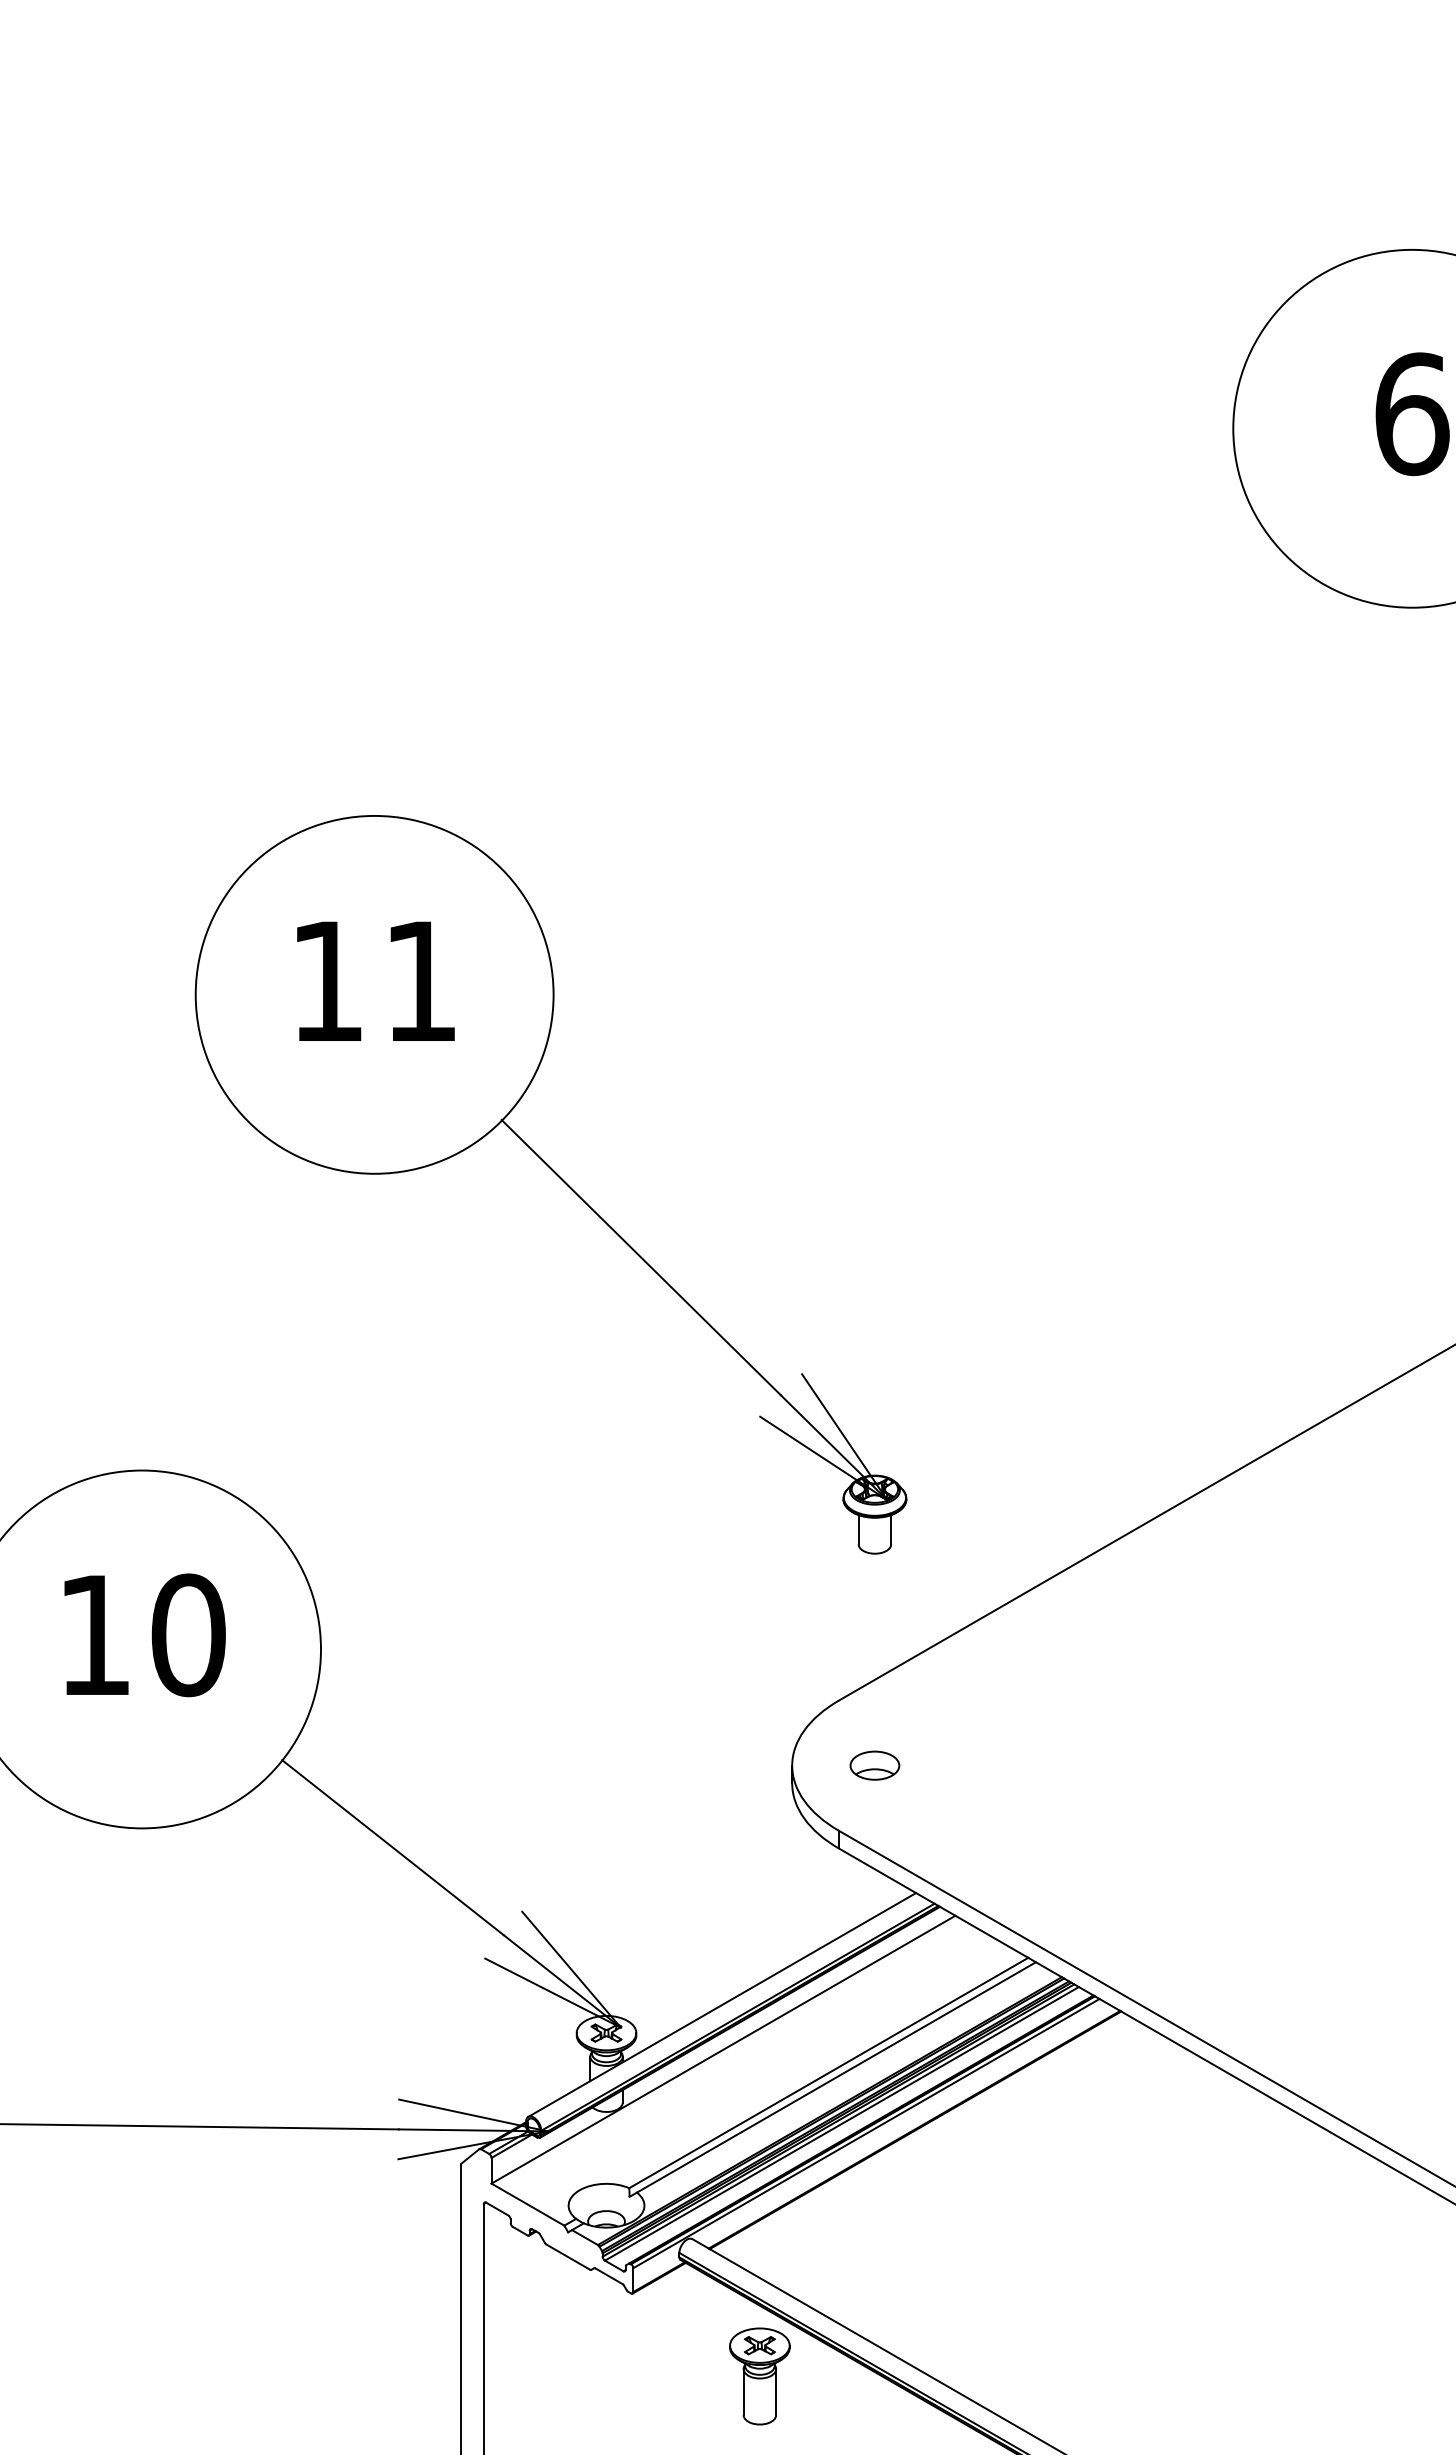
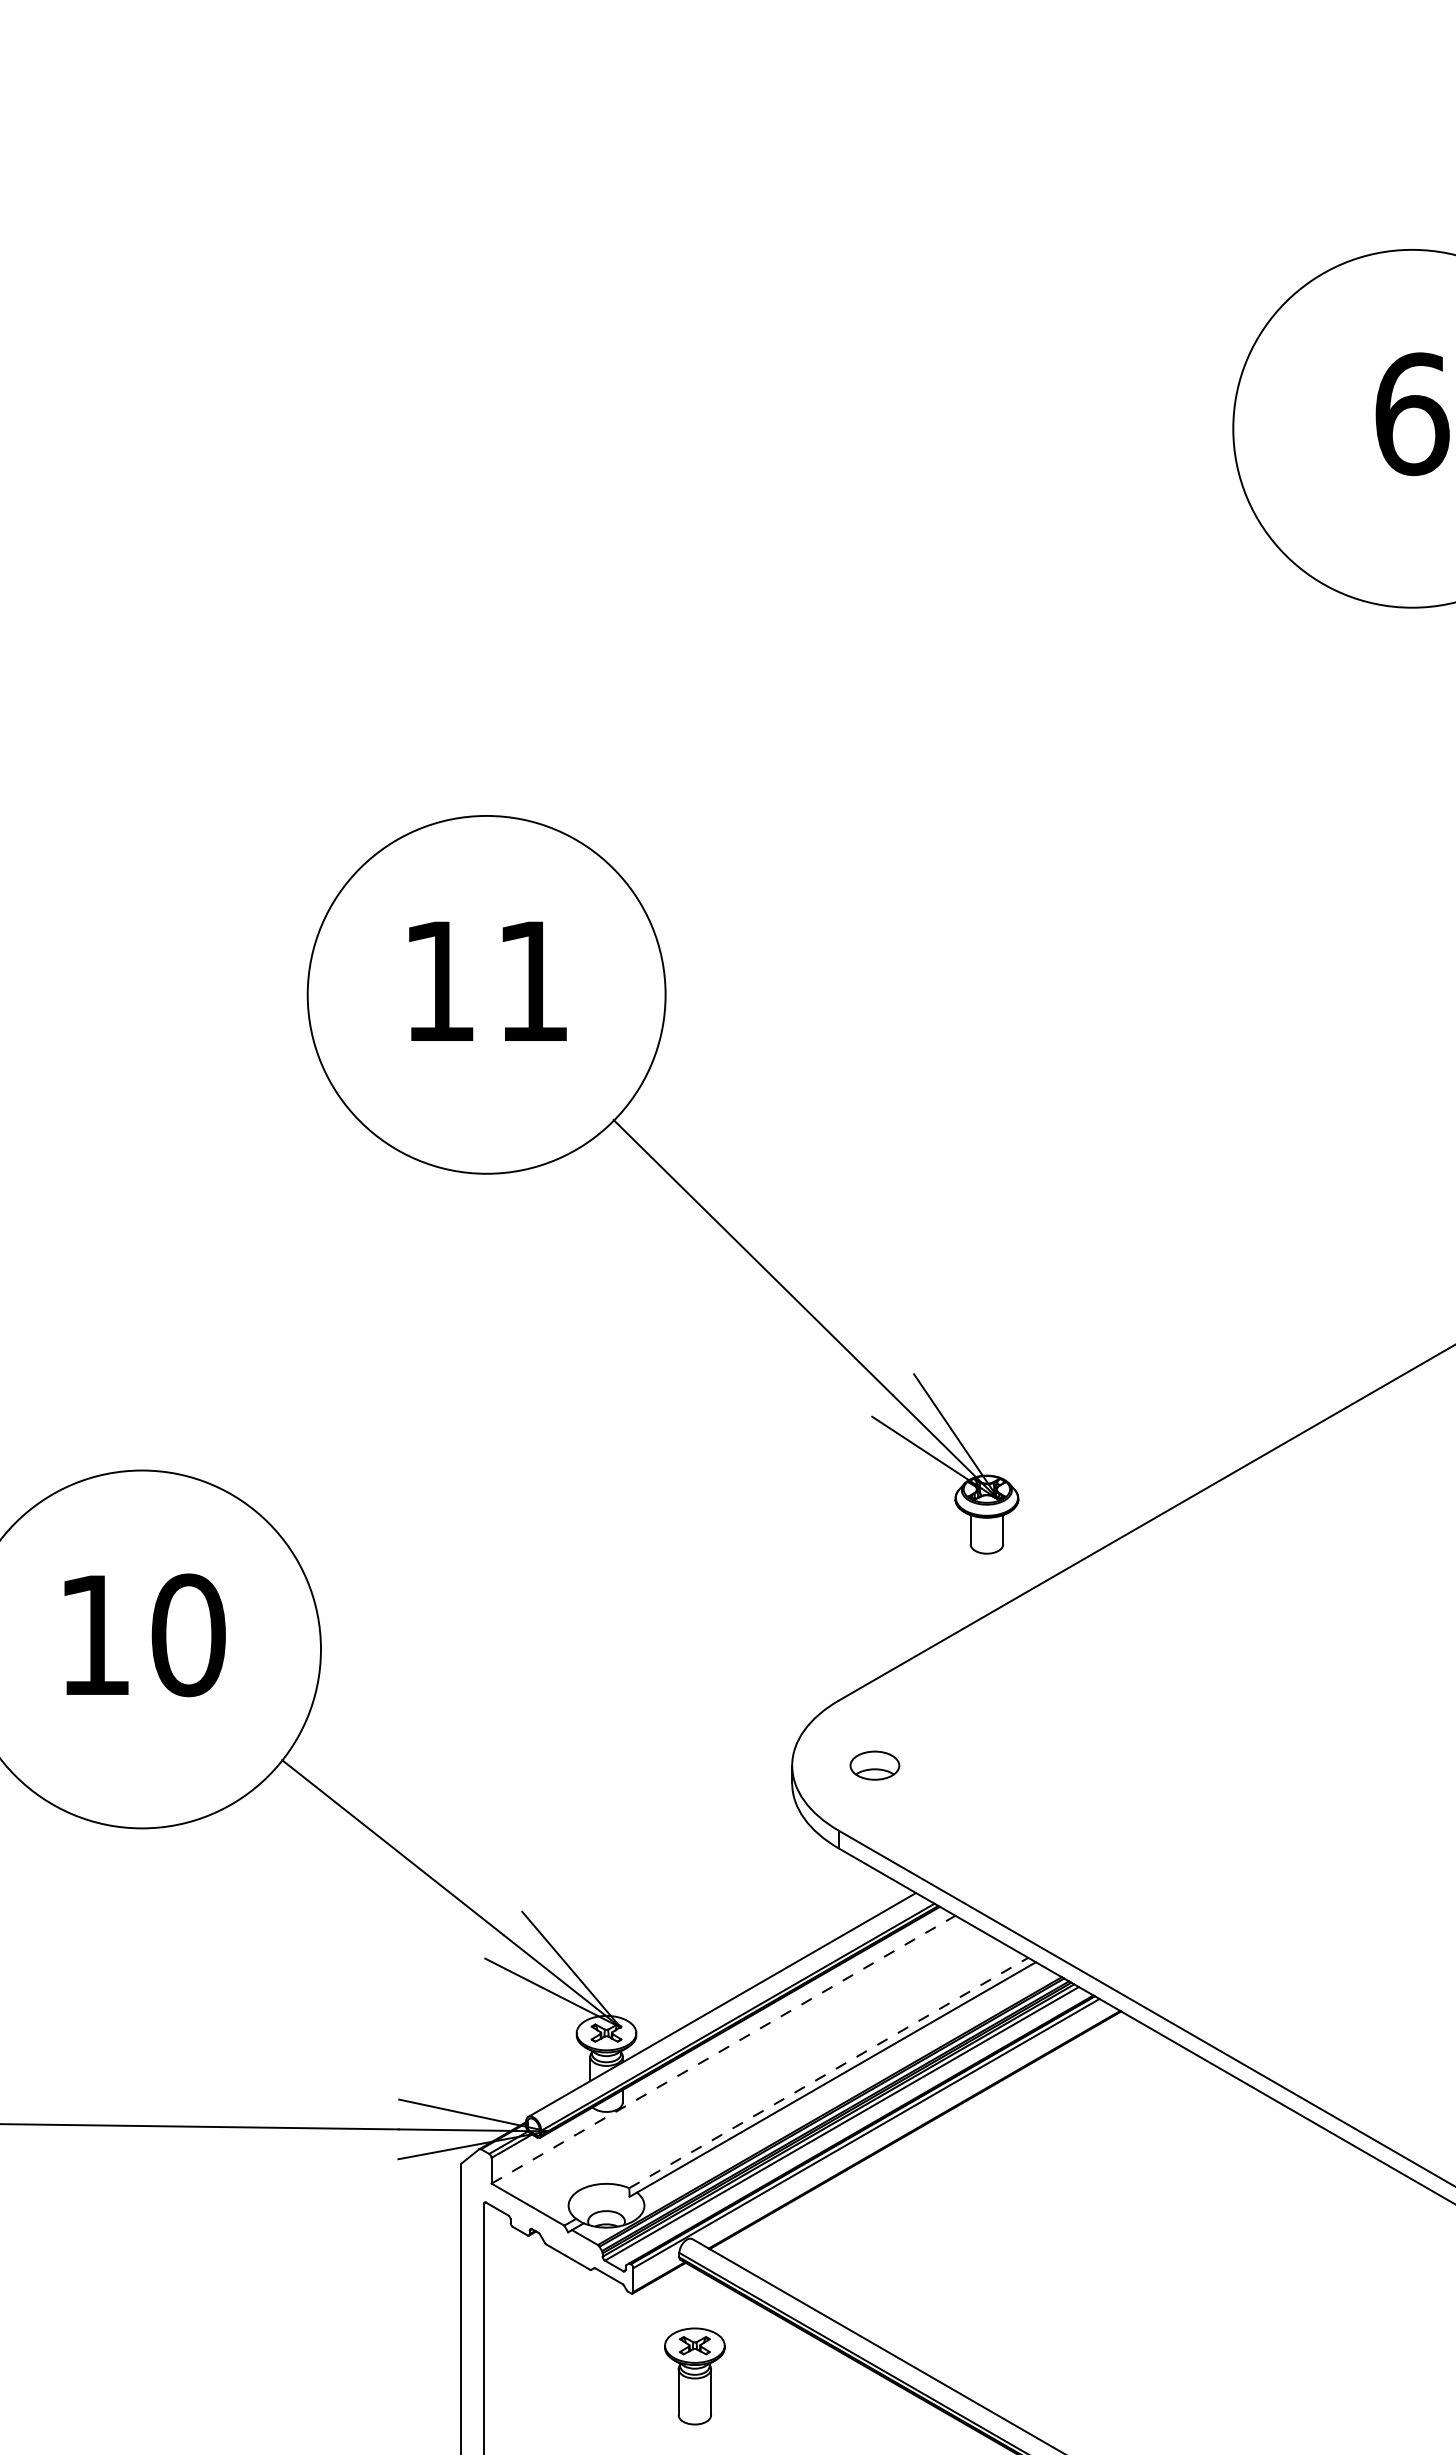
part at (557, 1176) position: (557, 1176) -> (669, 1176)
line at (723, 2049): solid -> dashed
line at (829, 2072): solid -> dashed
part at (759, 2376) position: (759, 2376) -> (694, 2376)
